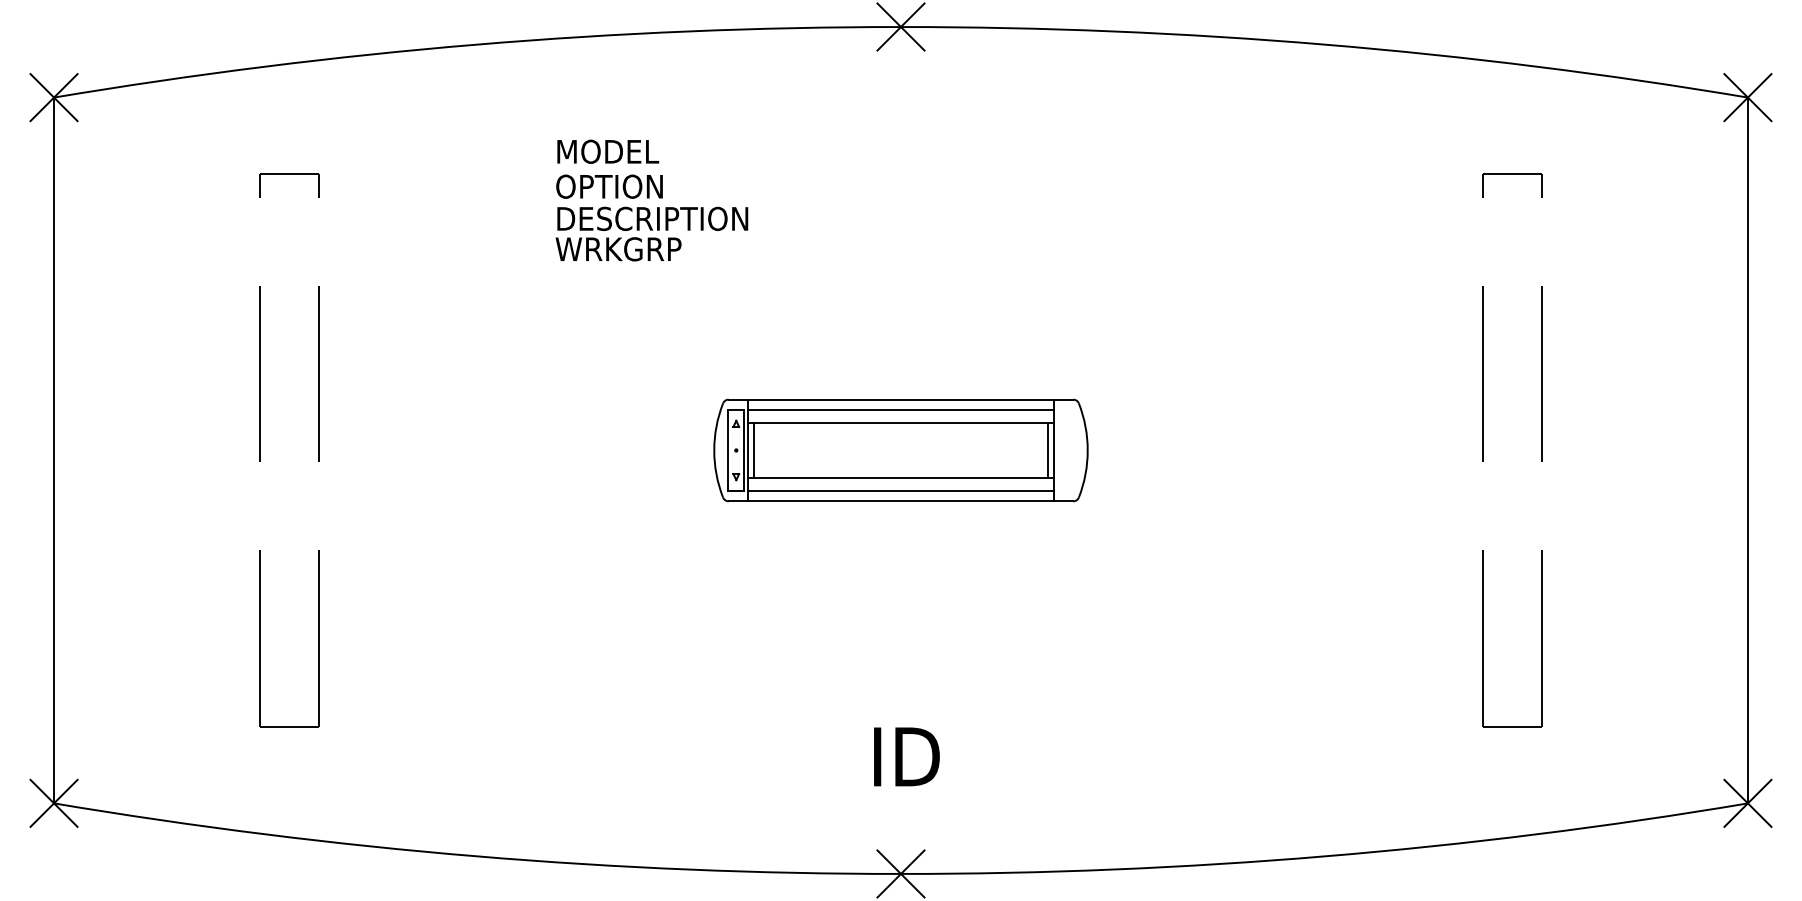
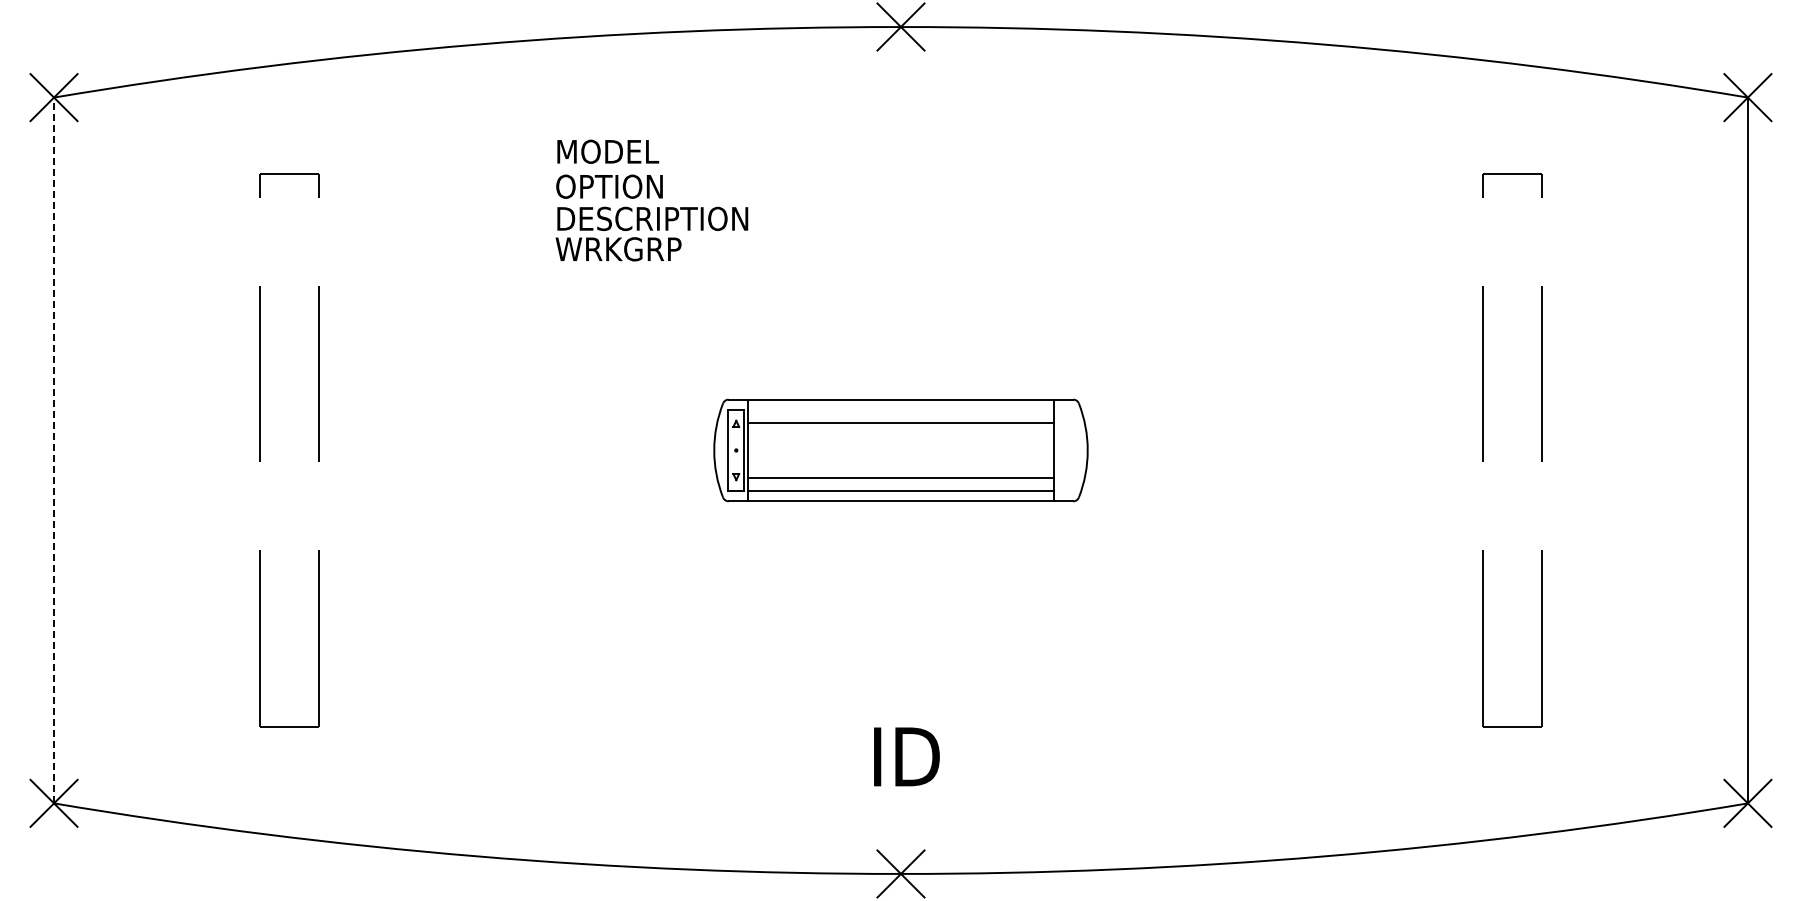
line at (900, 409): present -> none
line at (54, 450): solid -> dashed
line at (753, 450): present -> none
line at (1048, 450): present -> none
